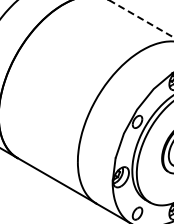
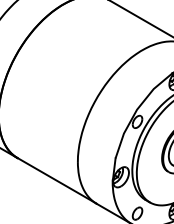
line at (141, 18): dashed -> solid
